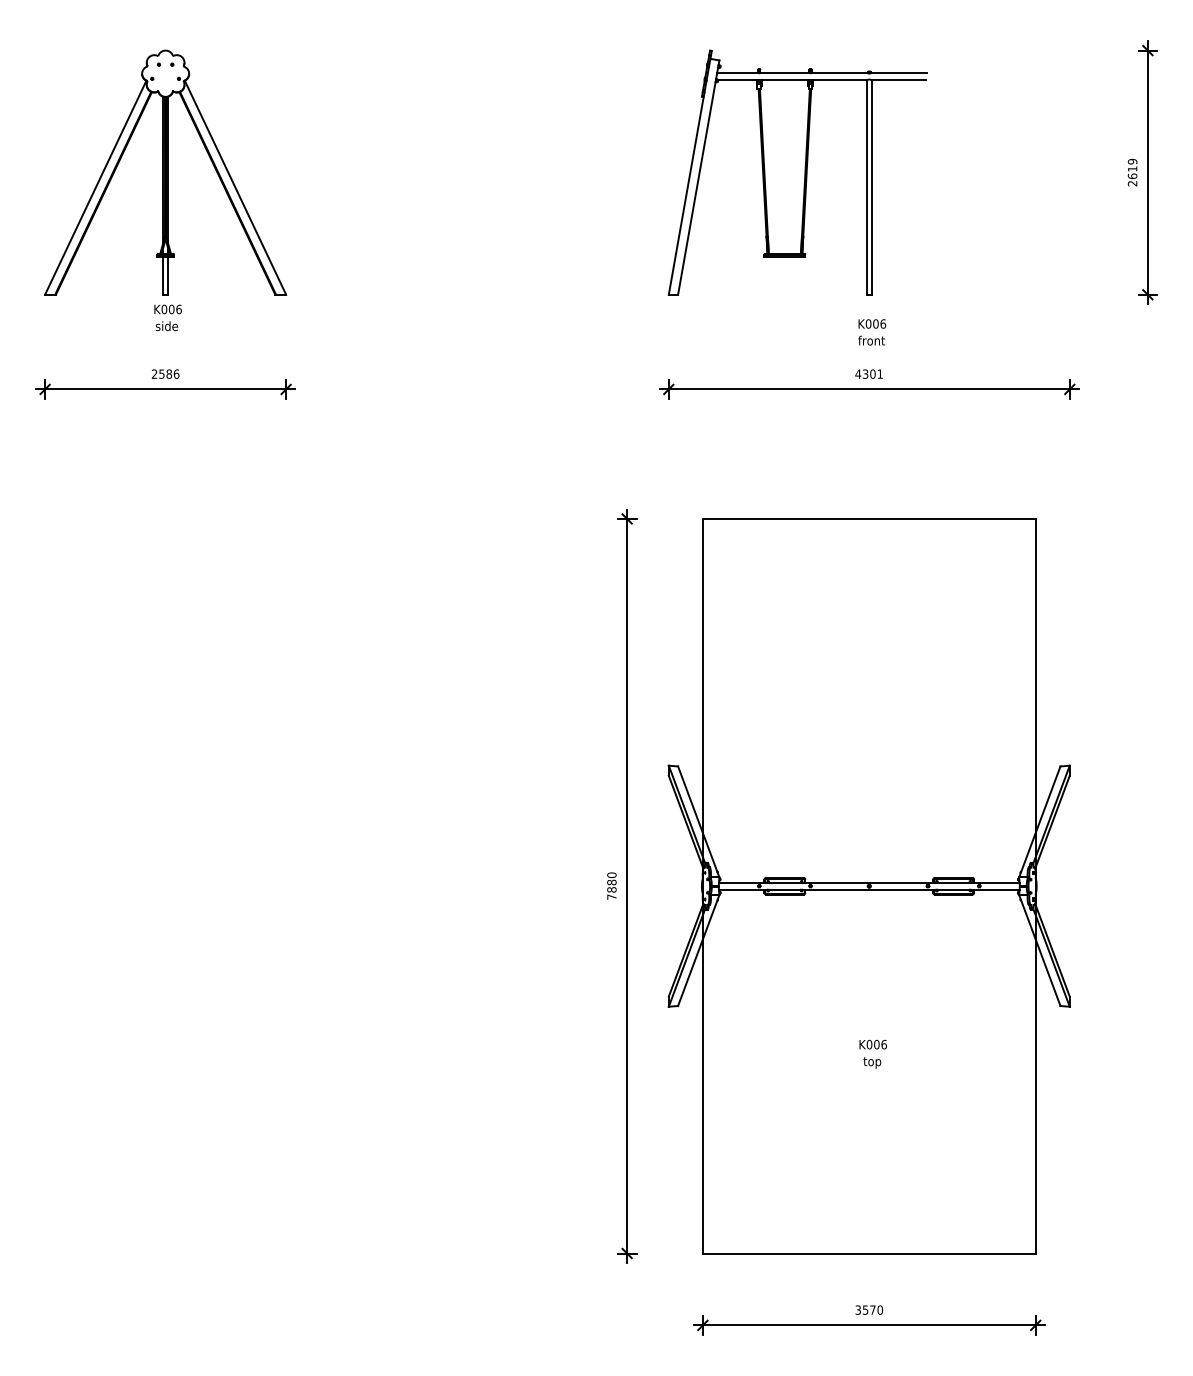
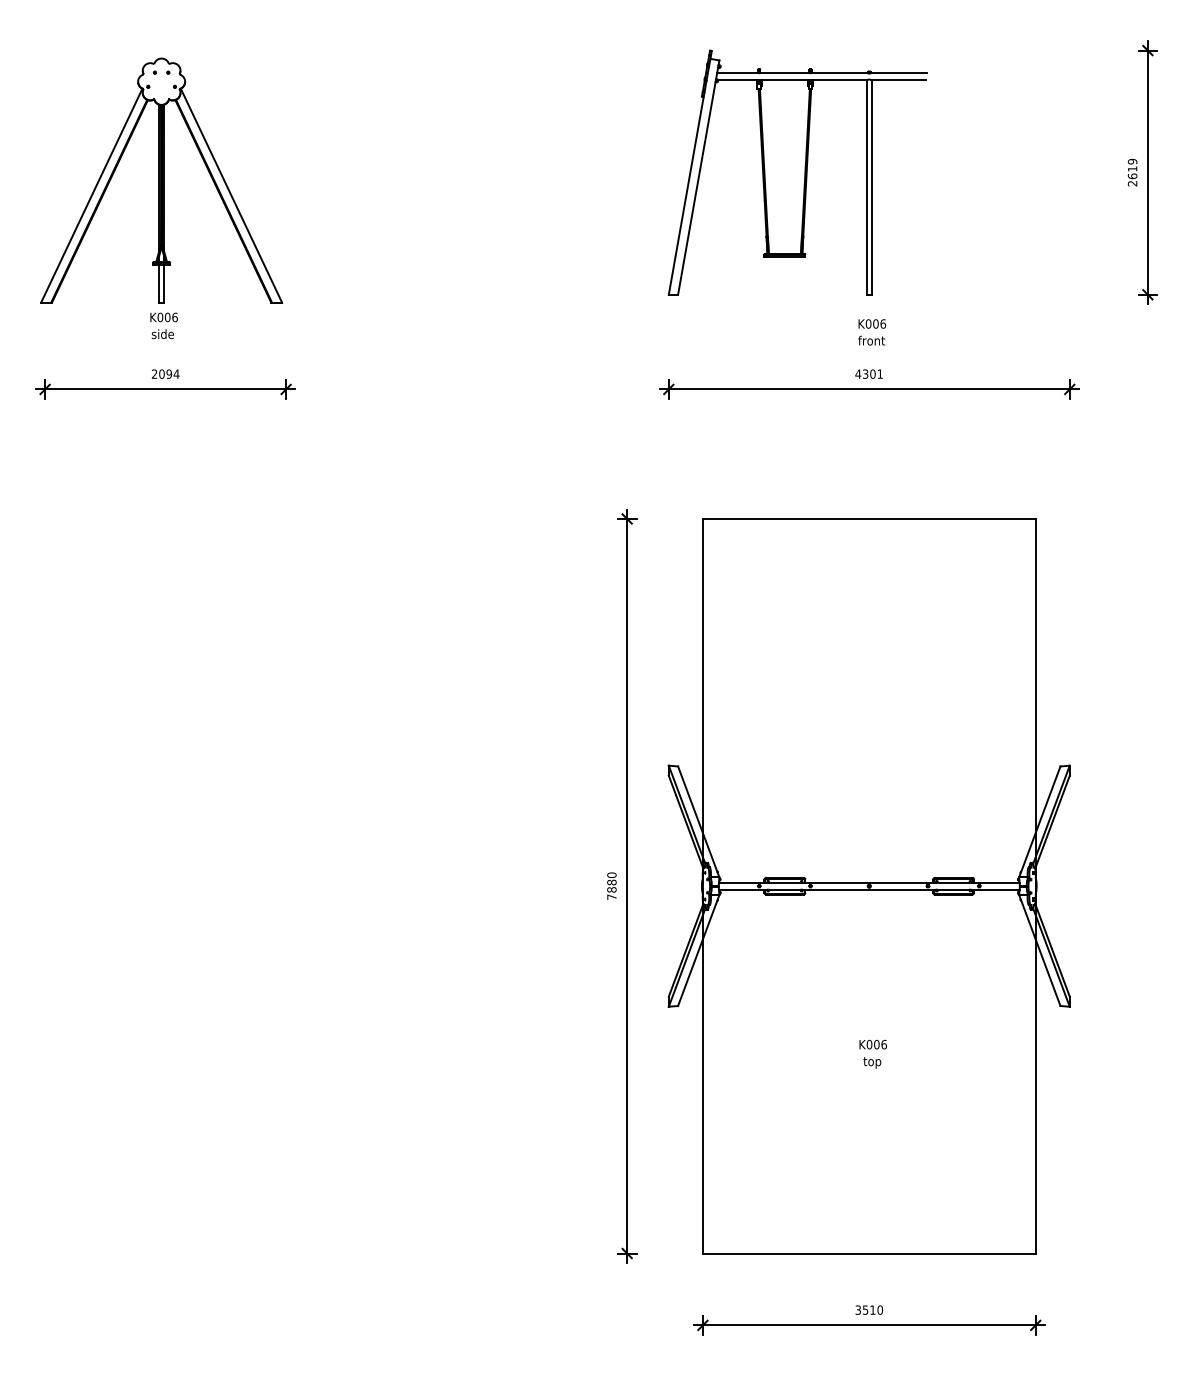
part at (165, 189) position: (165, 189) -> (161, 197)
text at (169, 373): 2586 -> 2094
text at (872, 1309): 3570 -> 3510
